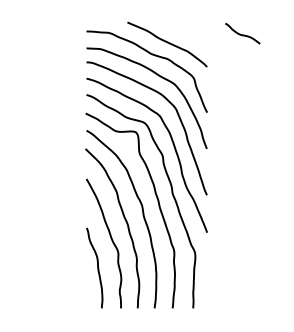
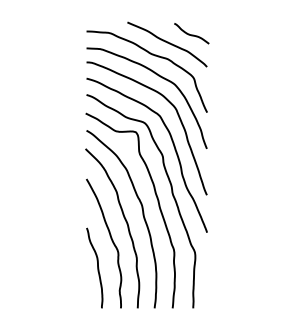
curve at (242, 34) position: (242, 34) -> (191, 34)
